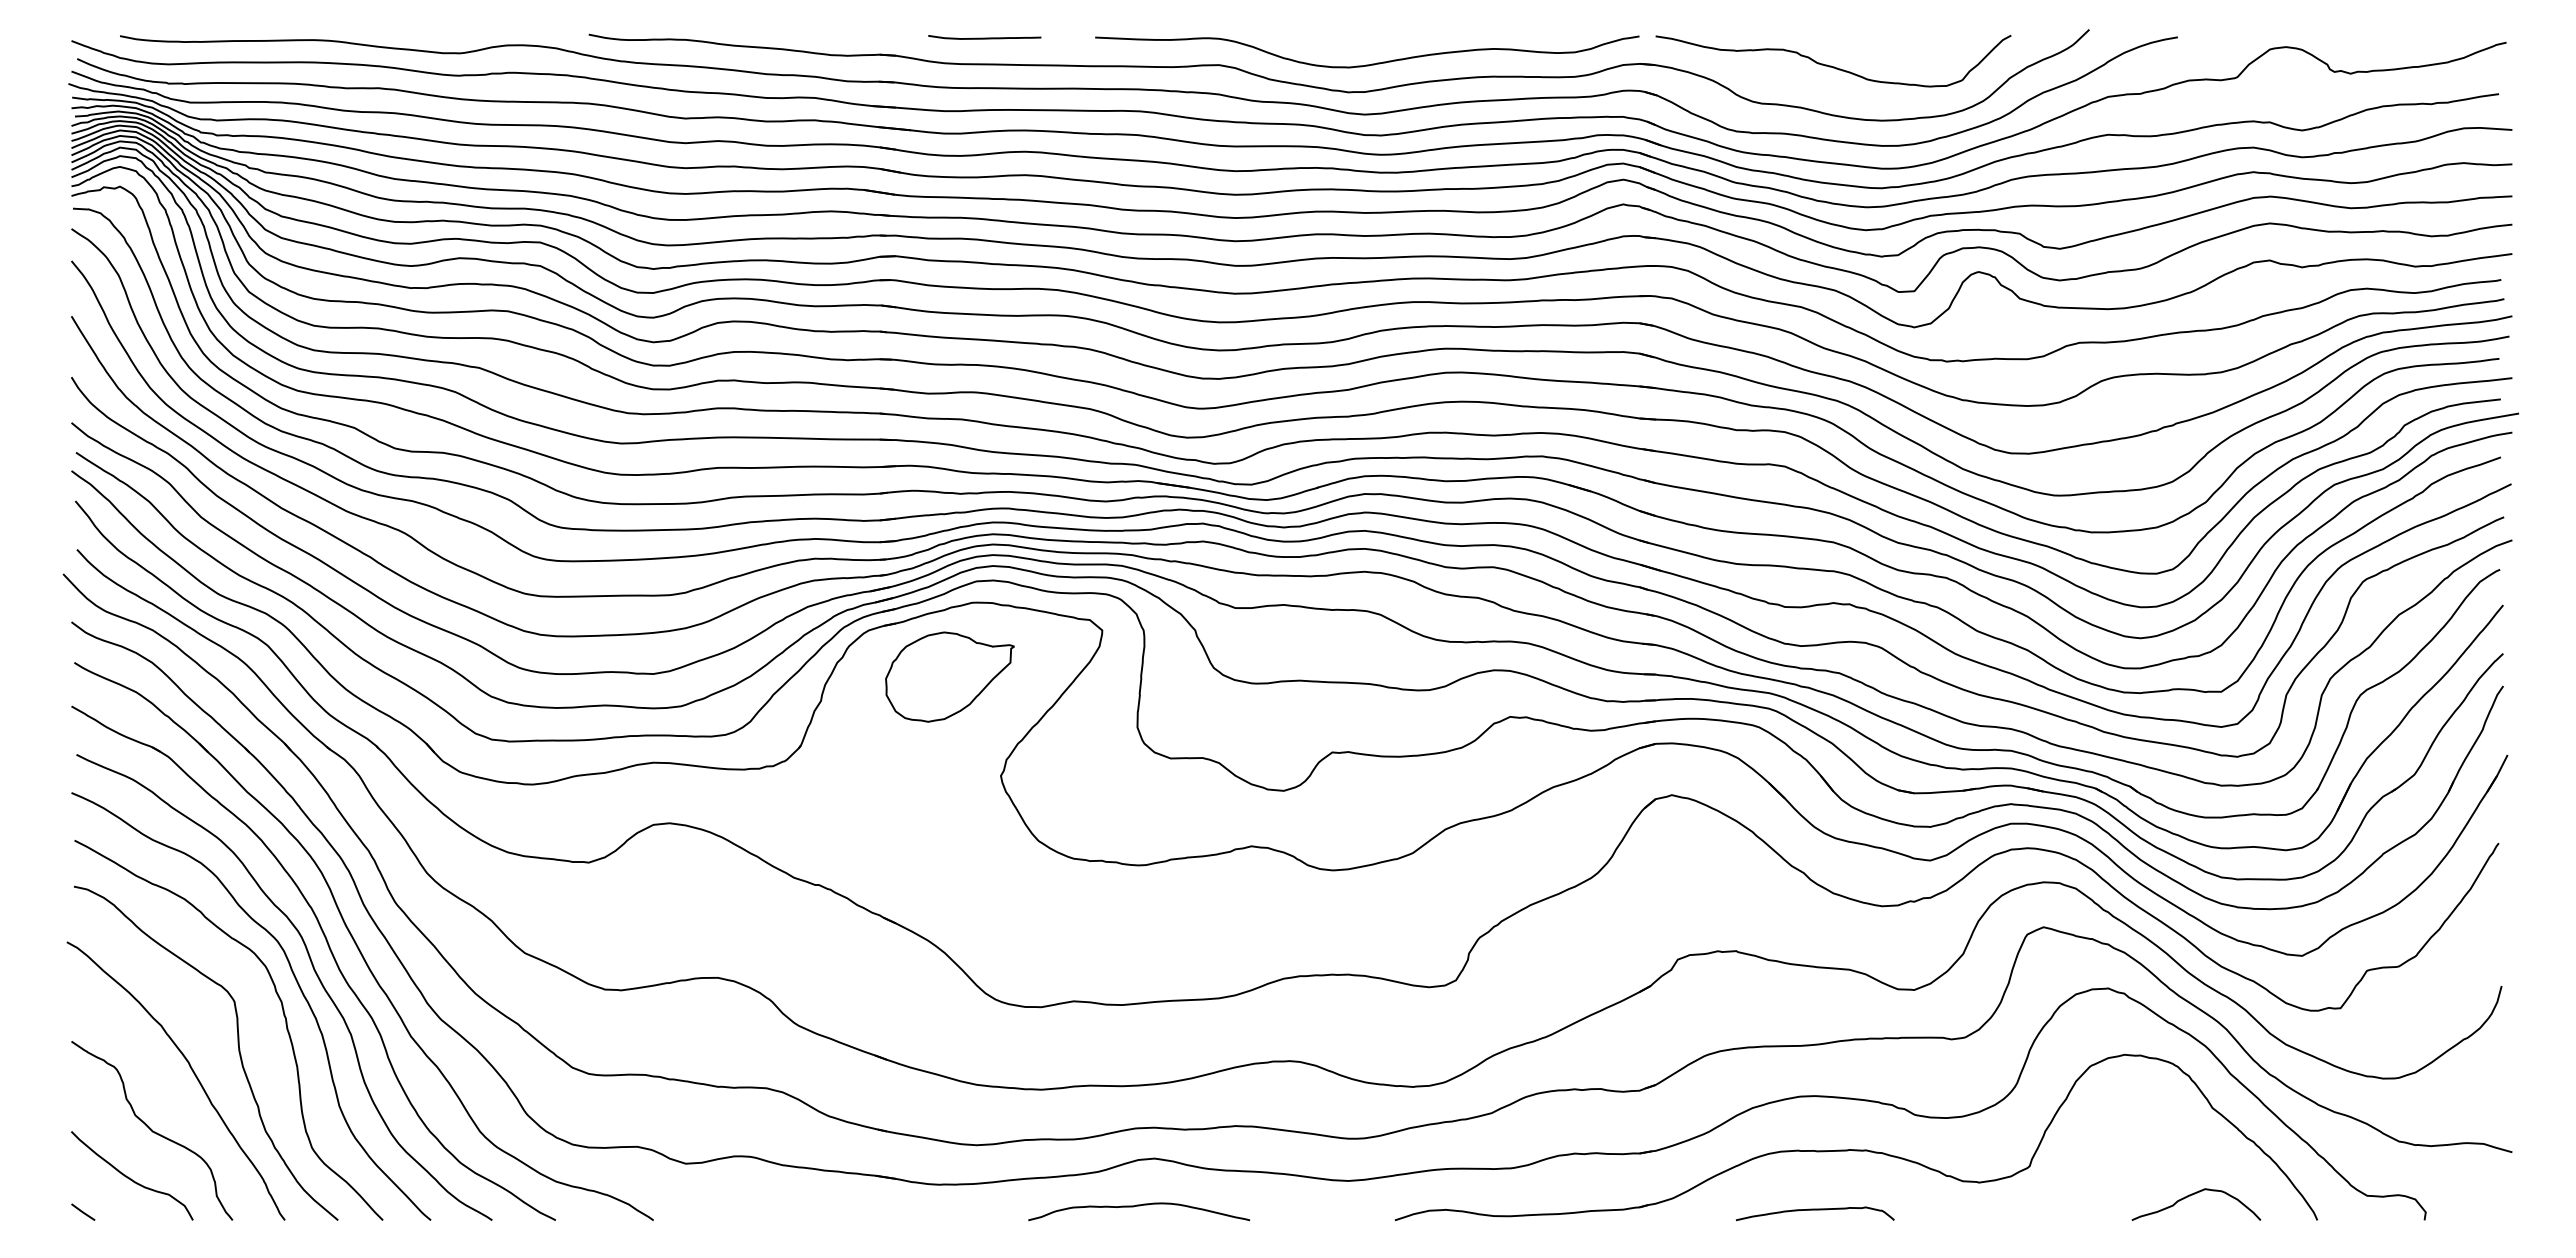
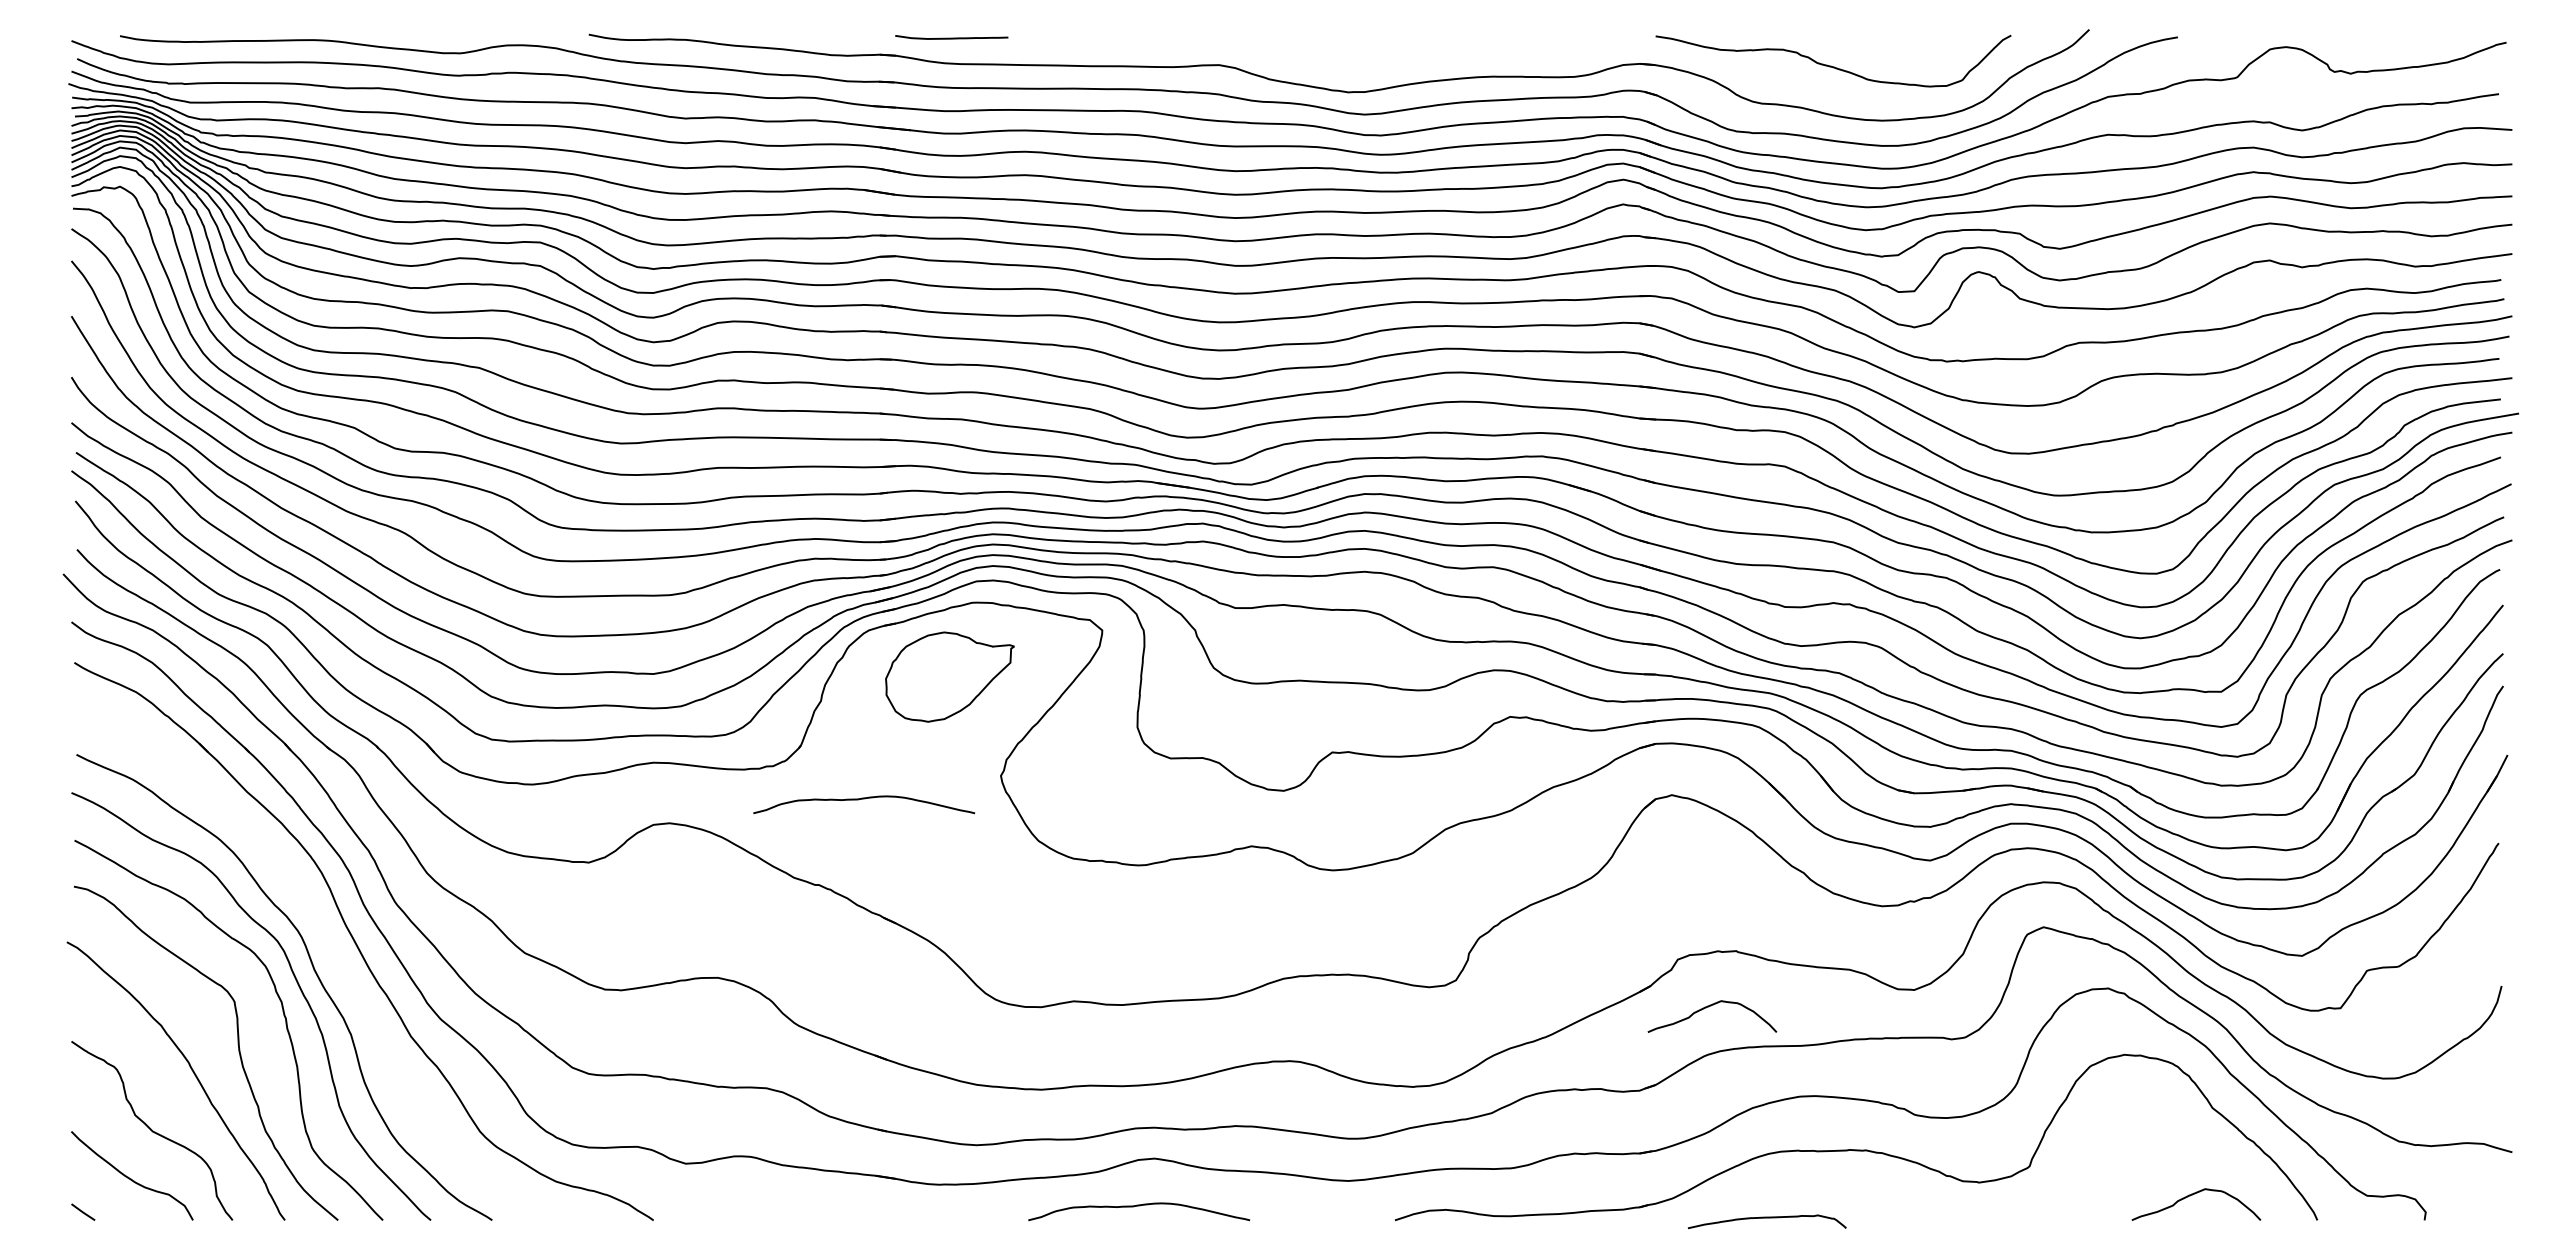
curve at (984, 37) position: (984, 37) -> (951, 37)
curve at (1371, 63): present -> none
curve at (864, 799): none -> present
part at (331, 954): present -> none
curve at (1708, 1007): none -> present
curve at (1814, 1210) position: (1814, 1210) -> (1766, 1218)
